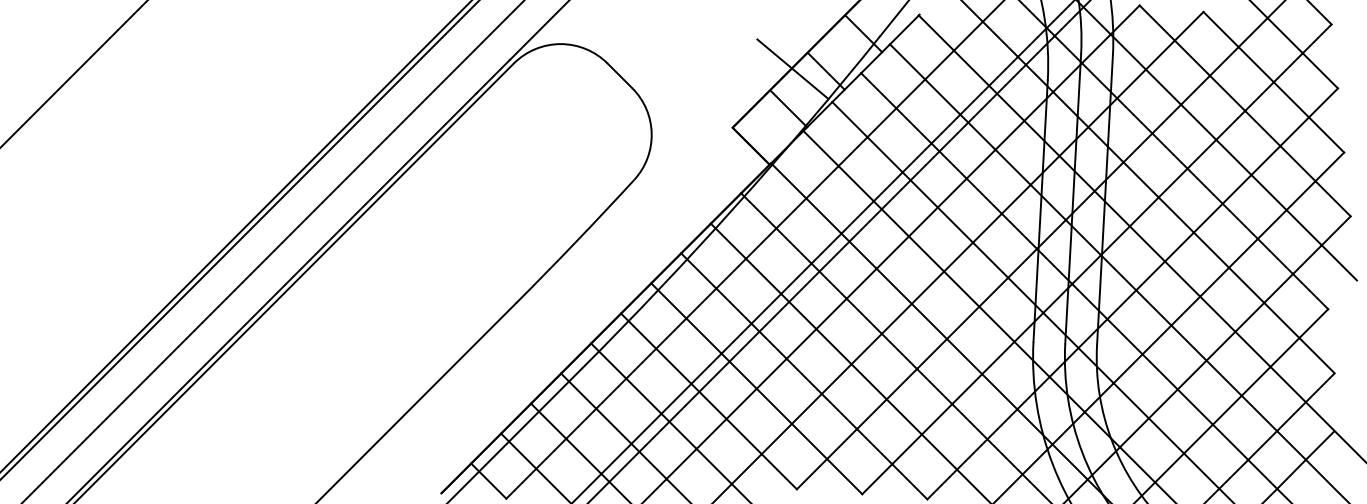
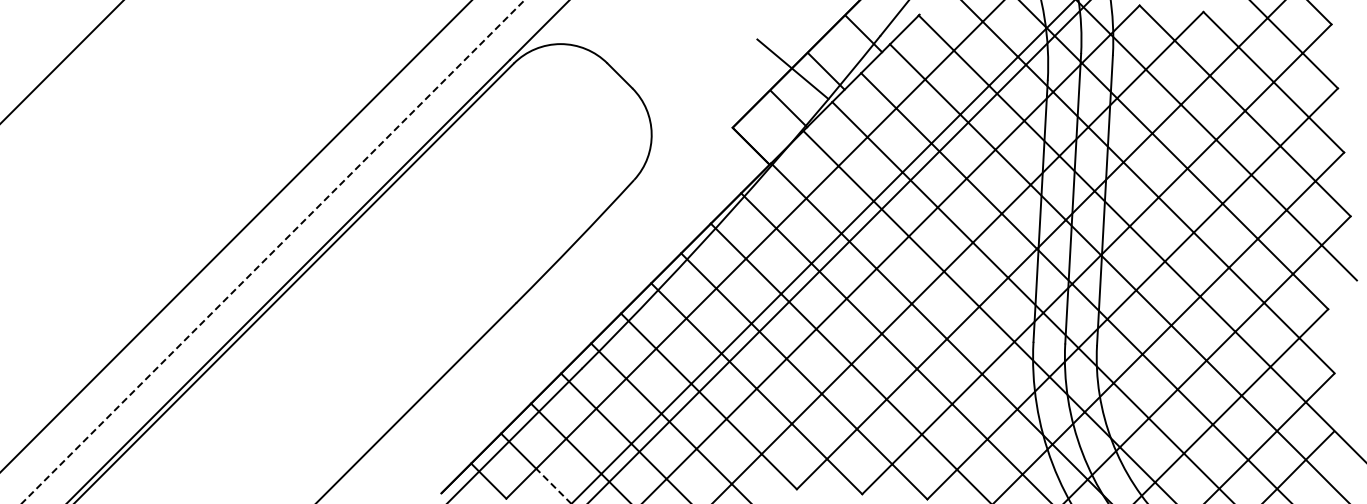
line at (74, 73) position: (74, 73) -> (62, 61)
line at (239, 240): present -> none
line at (273, 251): solid -> dashed
line at (553, 486): solid -> dashed
